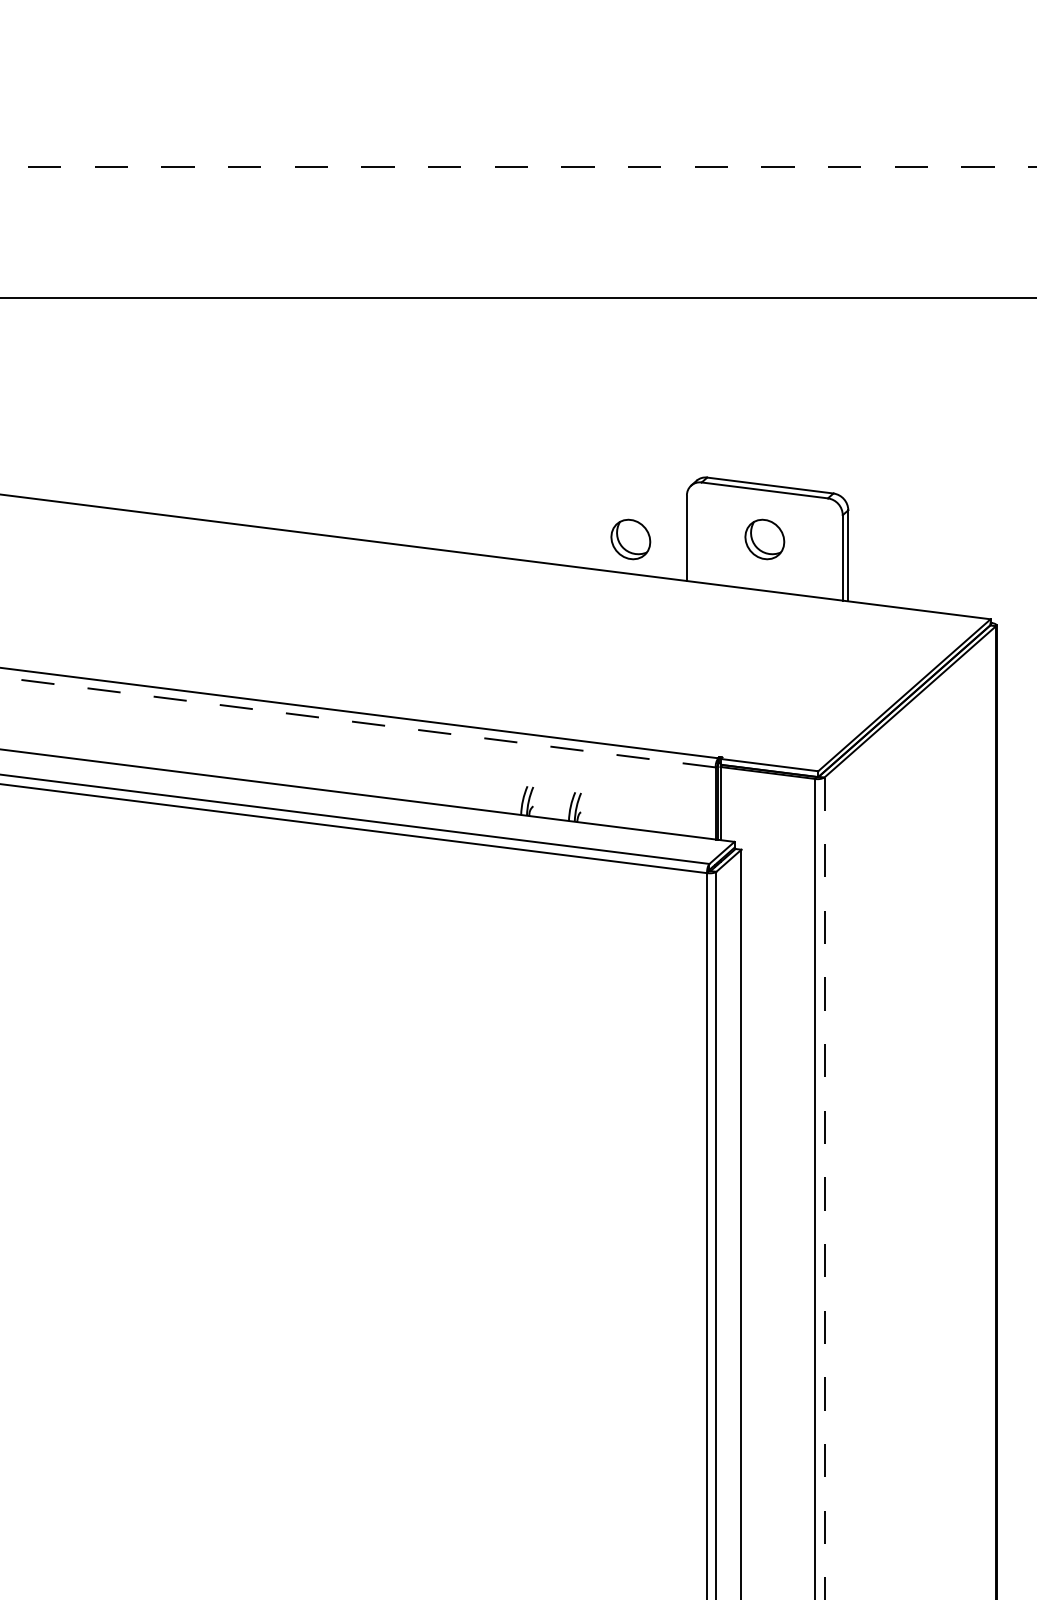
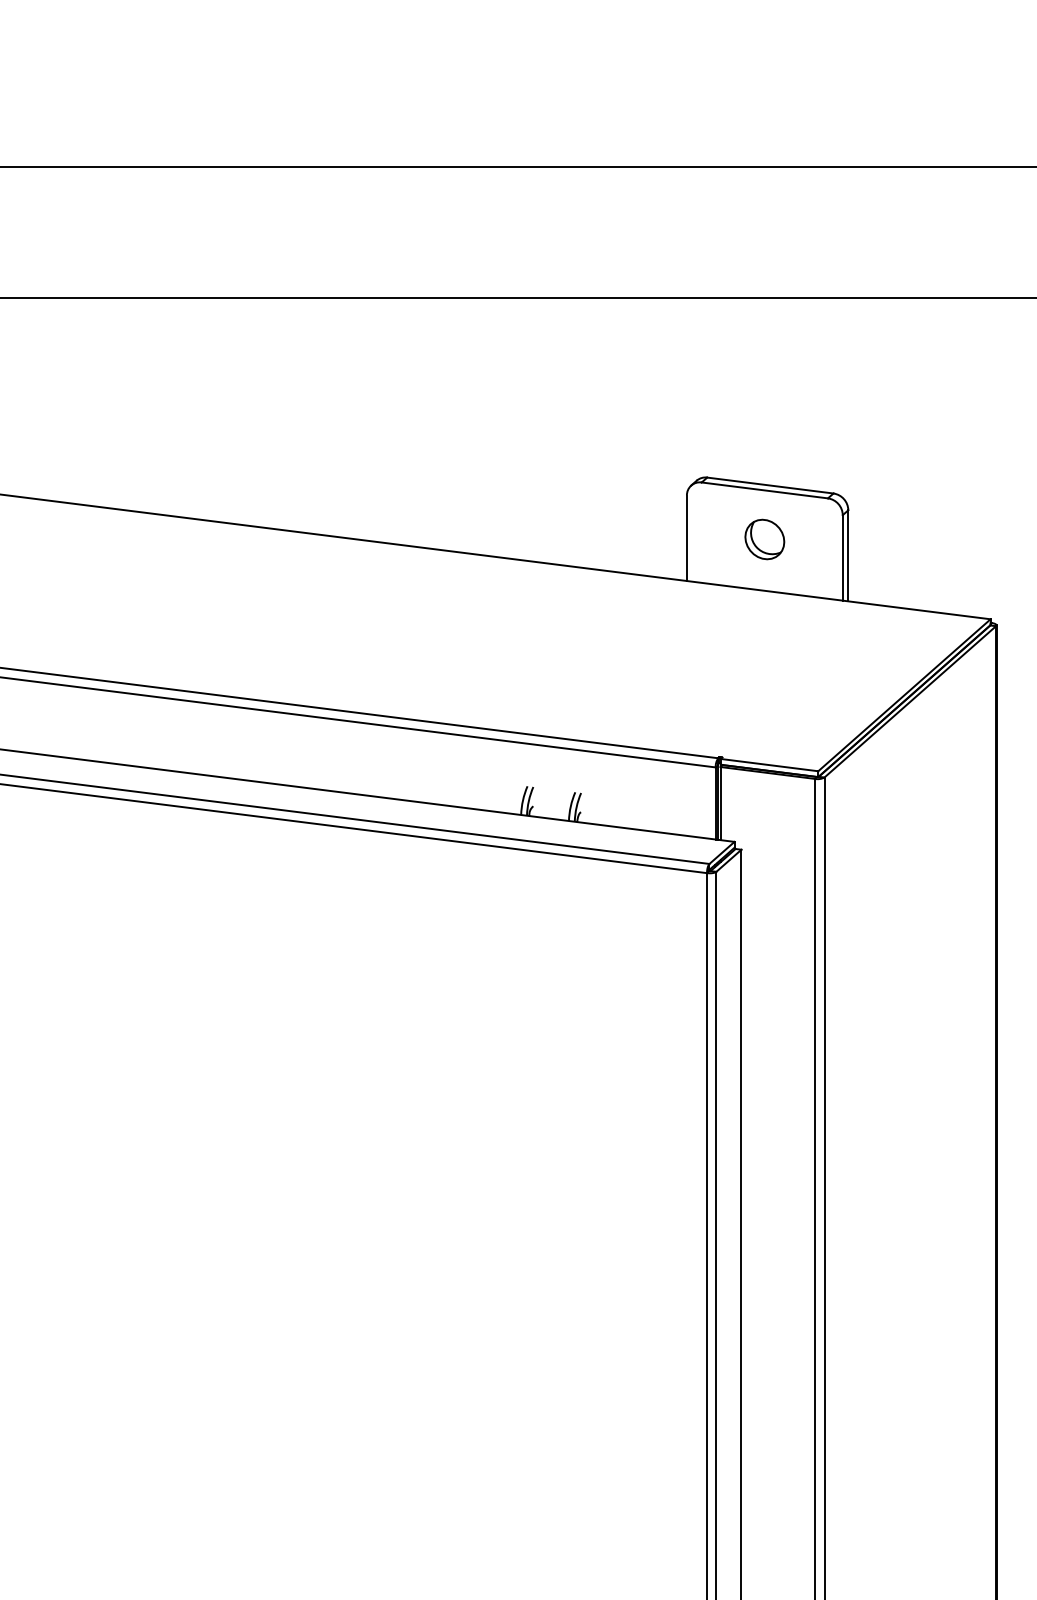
line at (519, 166): dashed -> solid
part at (630, 539): present -> none
line at (357, 722): dashed -> solid
line at (824, 1188): dashed -> solid
